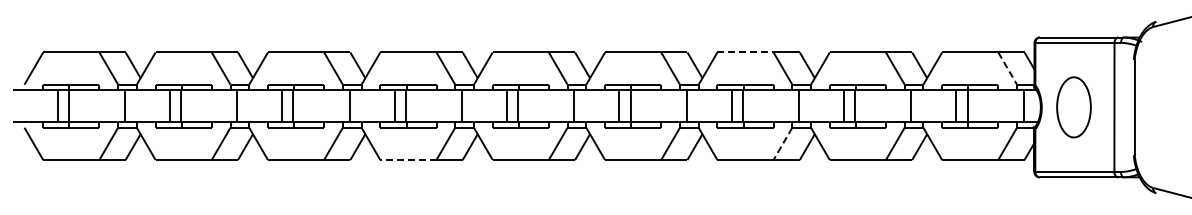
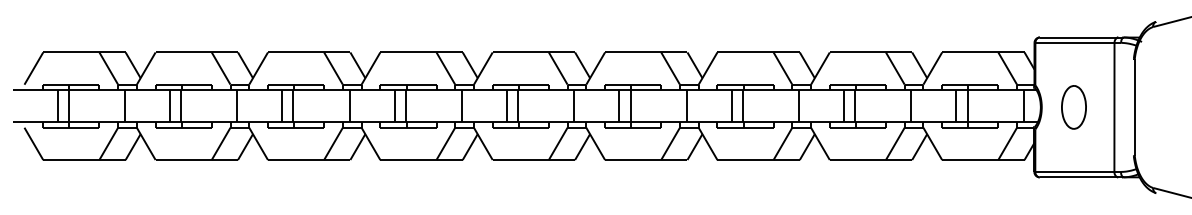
line at (746, 52): dashed -> solid
line at (1007, 68): dashed -> solid
part at (1073, 107) size: 36x63 px -> 26x45 px
line at (782, 143): dashed -> solid
line at (407, 159): dashed -> solid
